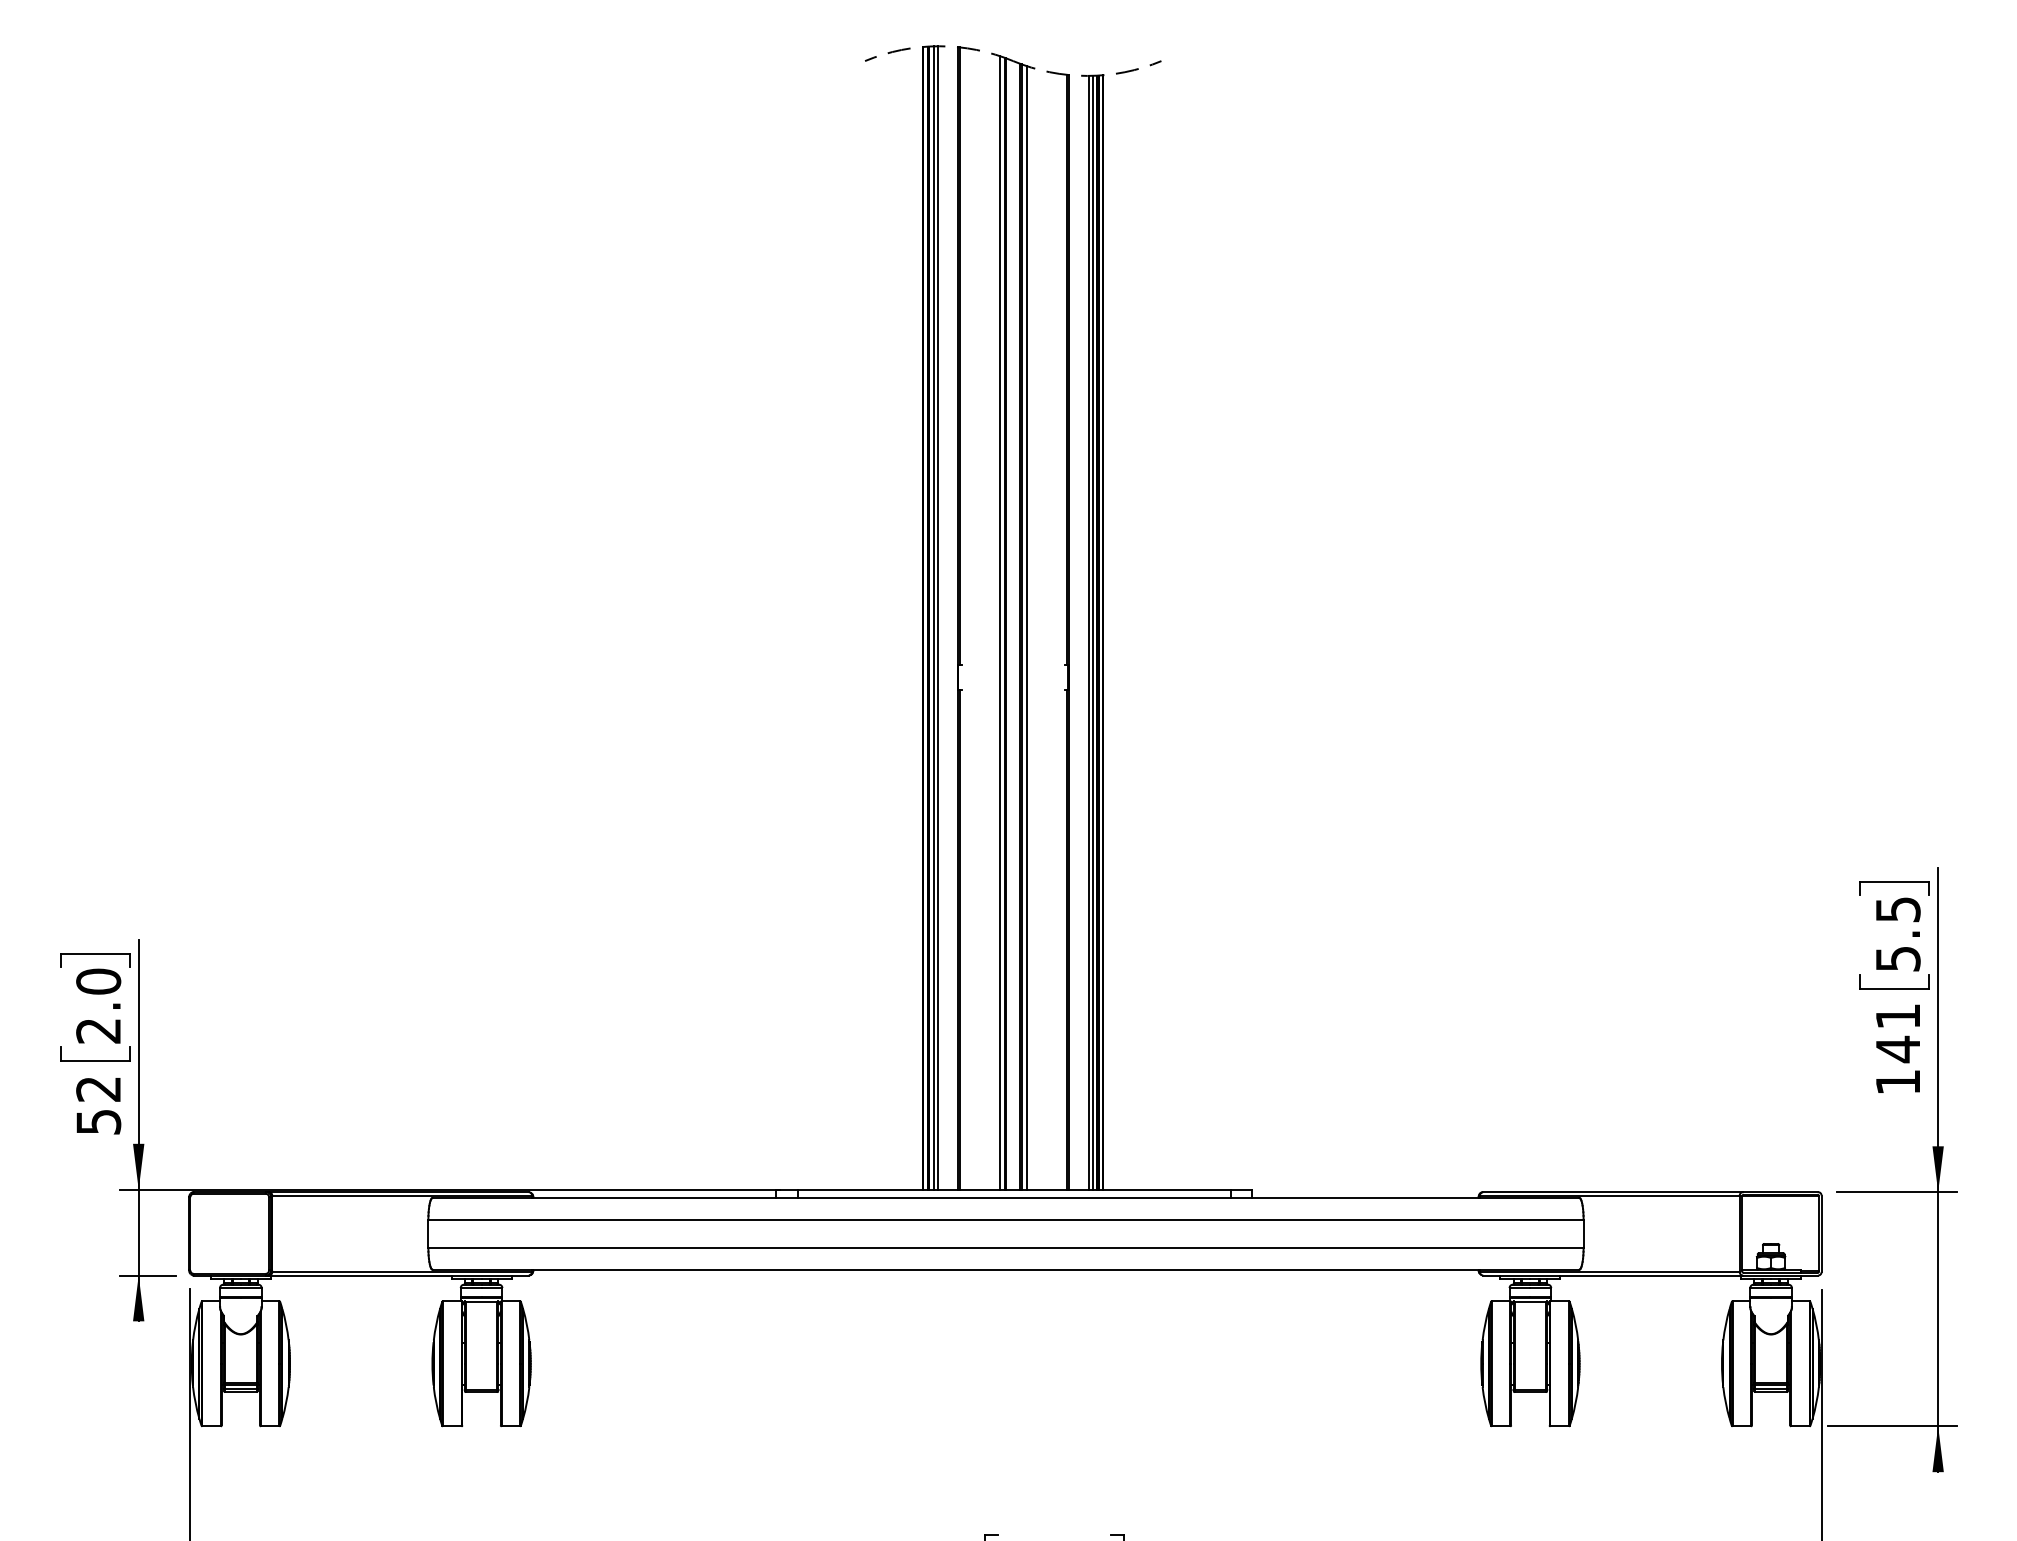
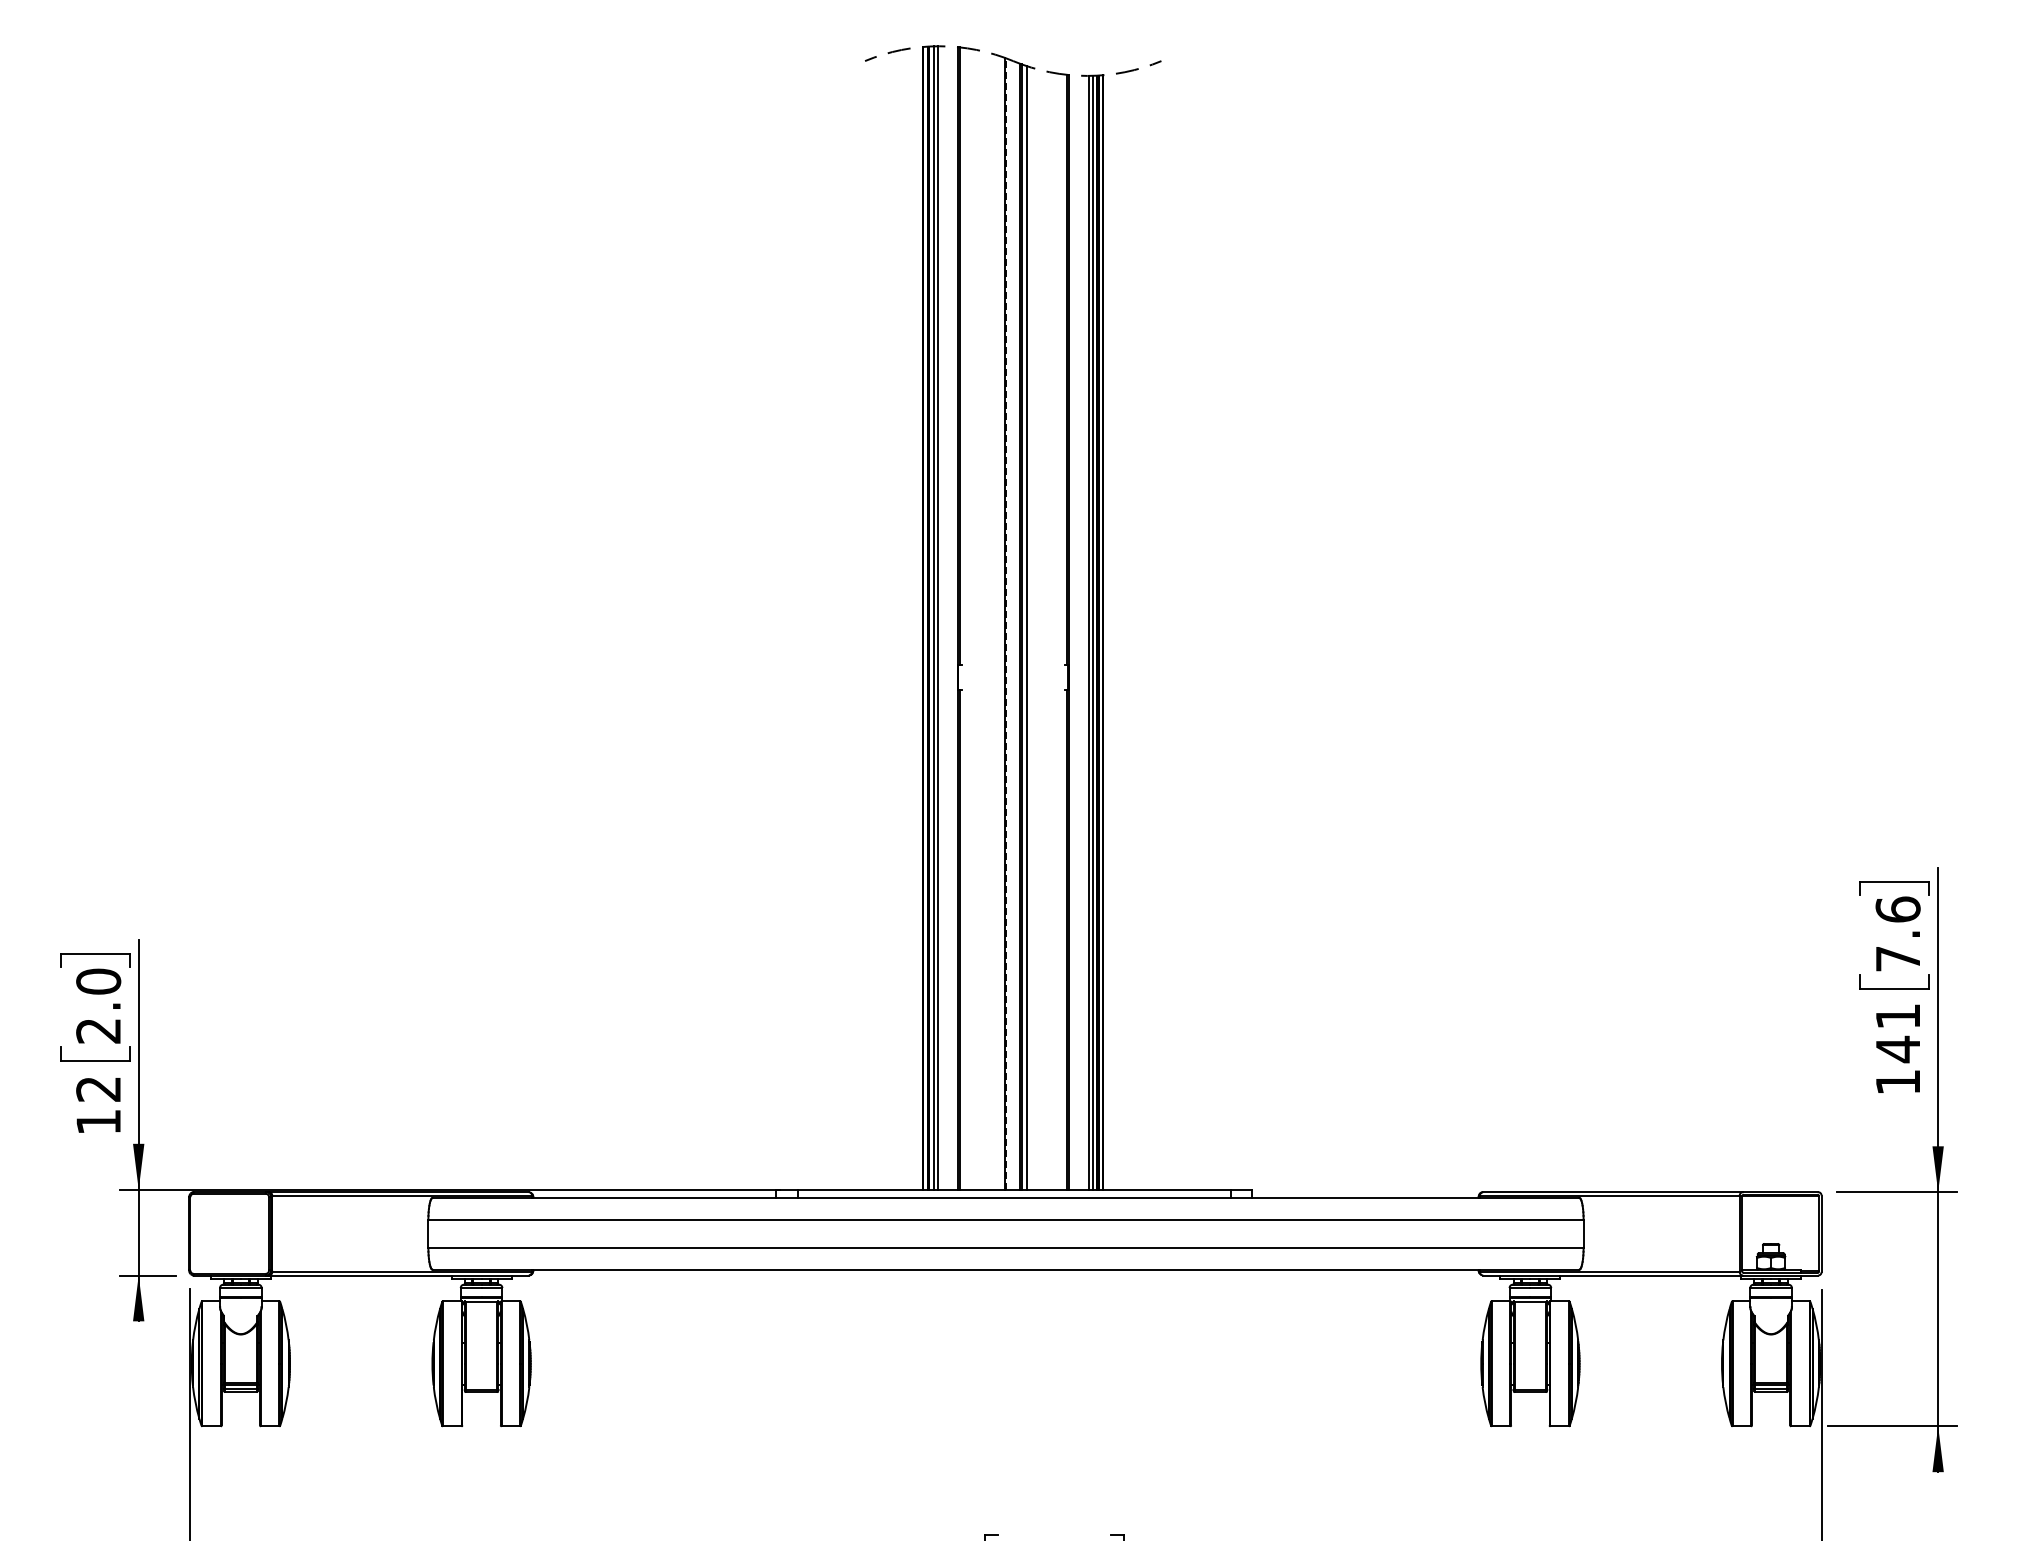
line at (999, 622): present -> none
line at (1006, 624): solid -> dashed
text at (1897, 933): 5.5 -> 7.6
text at (98, 1122): 52 -> 12
